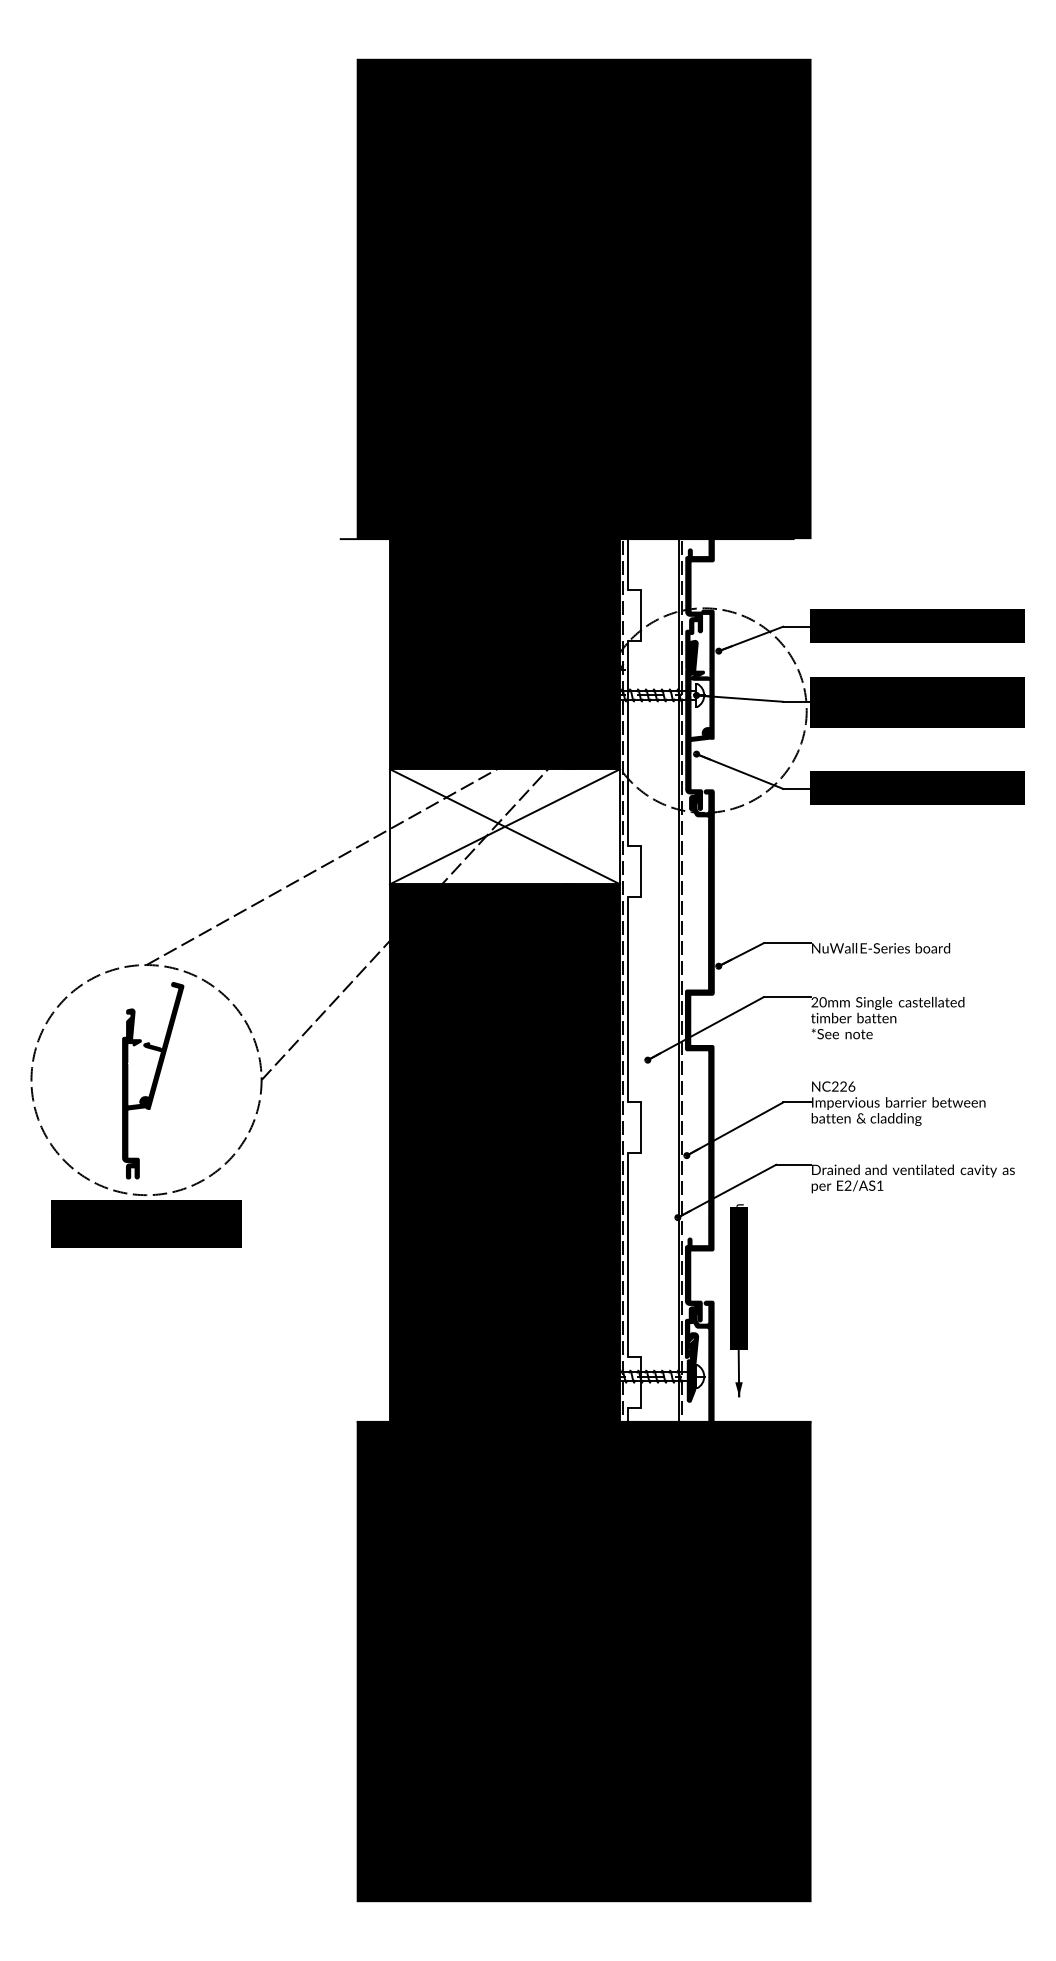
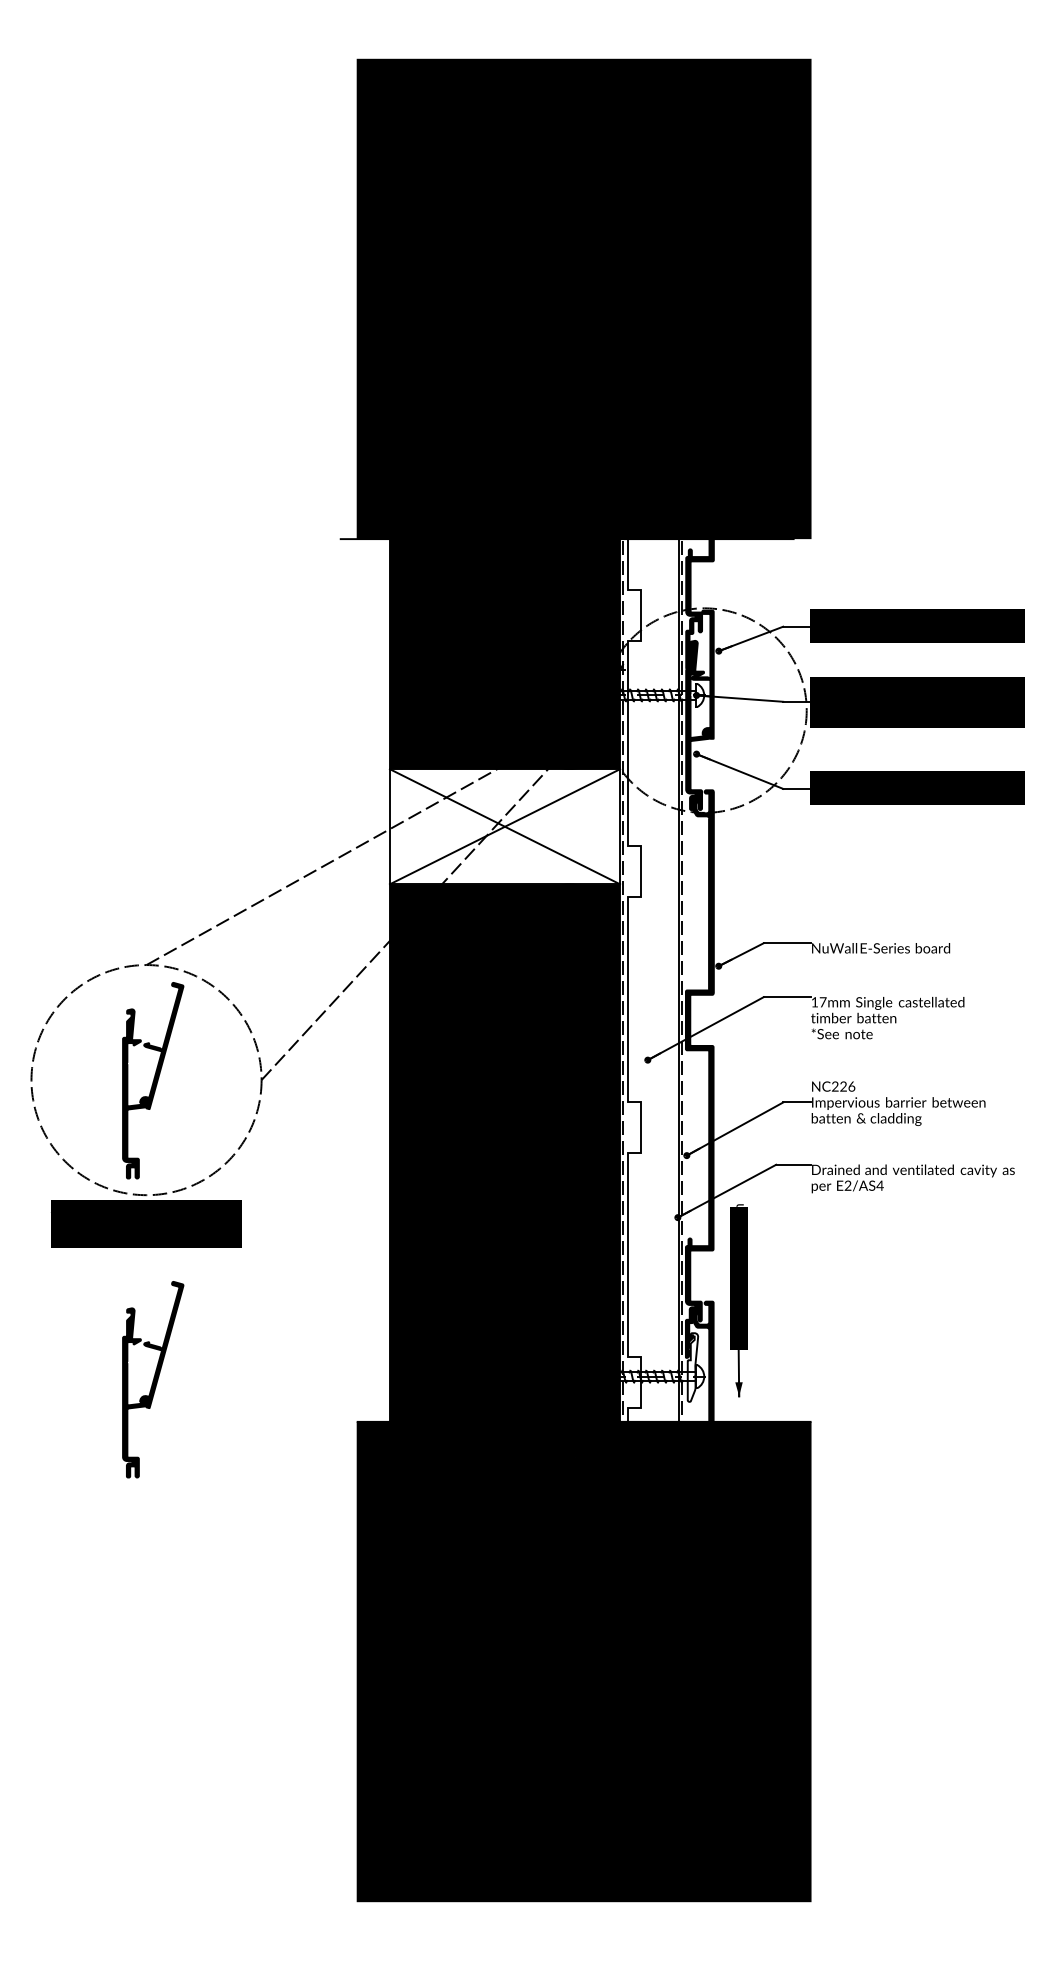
text at (818, 1002): 20mm -> 17mm
text at (879, 1185): E2/AS1 -> E2/AS4
fill at (692, 1367): present -> none
part at (153, 1379): none -> present
